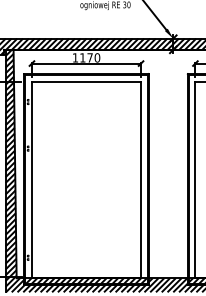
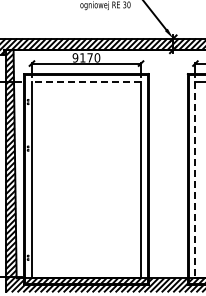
text at (75, 57): 1170 -> 9170
line at (86, 81): solid -> dashed
line at (195, 180): solid -> dashed
